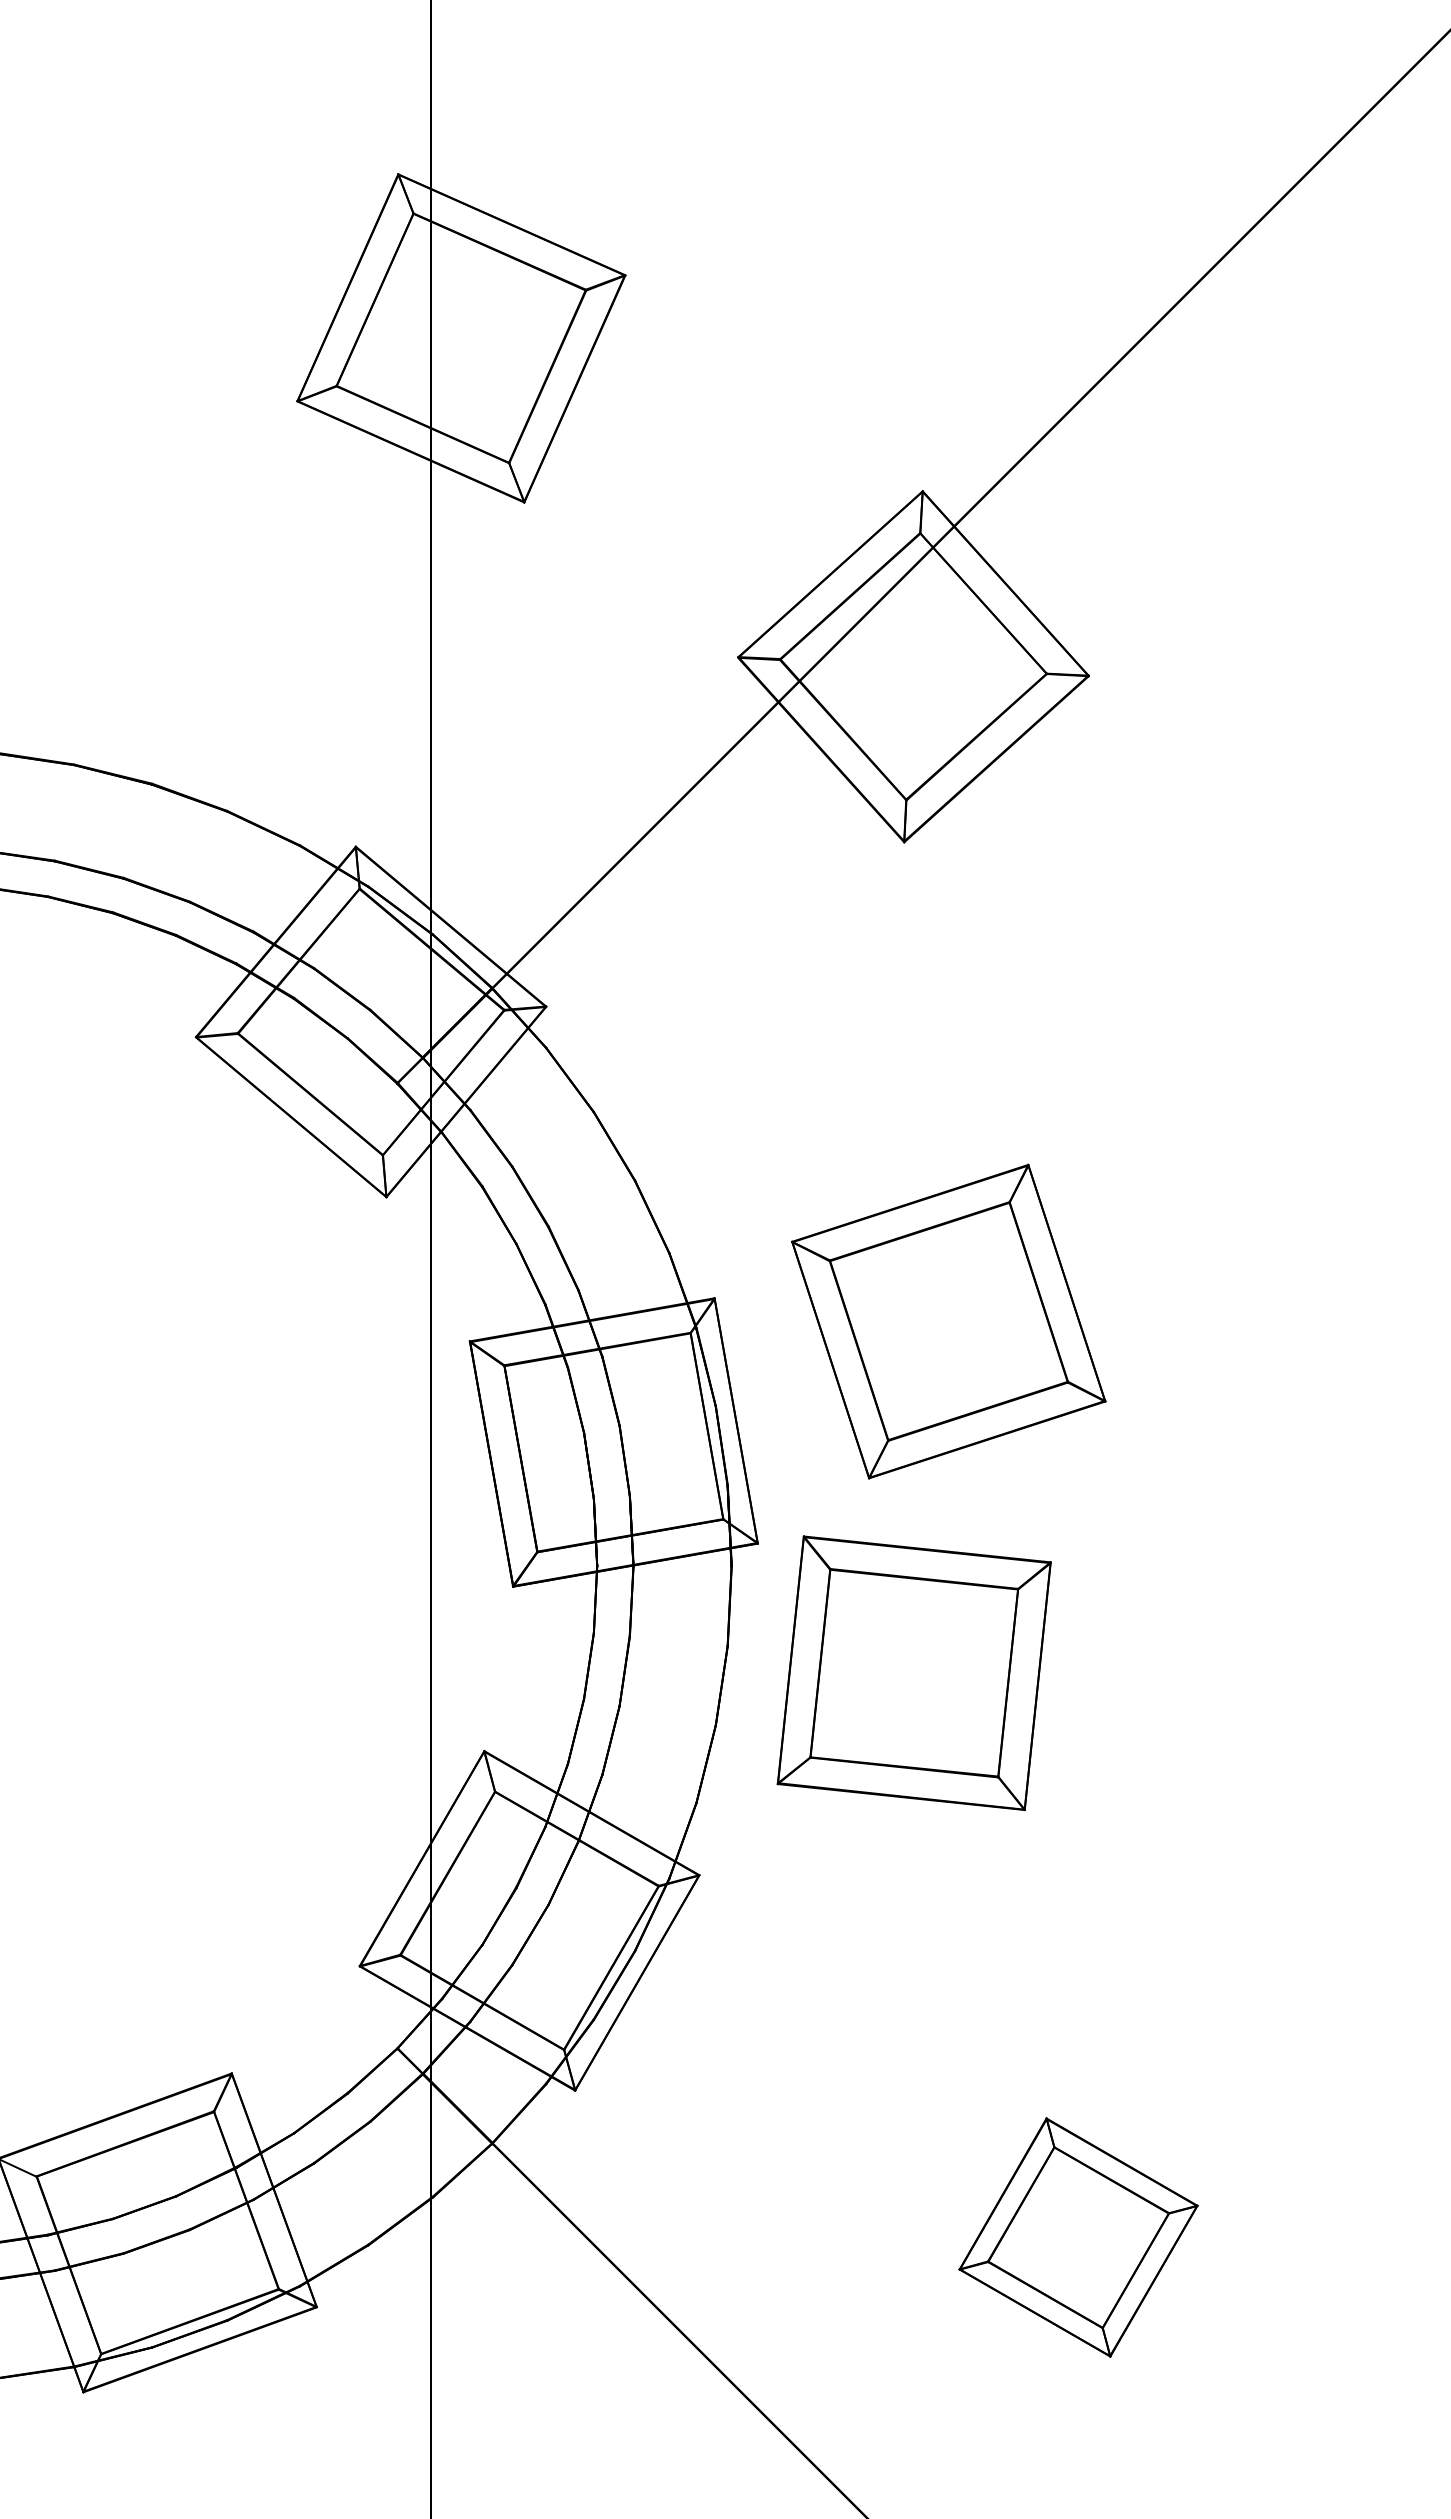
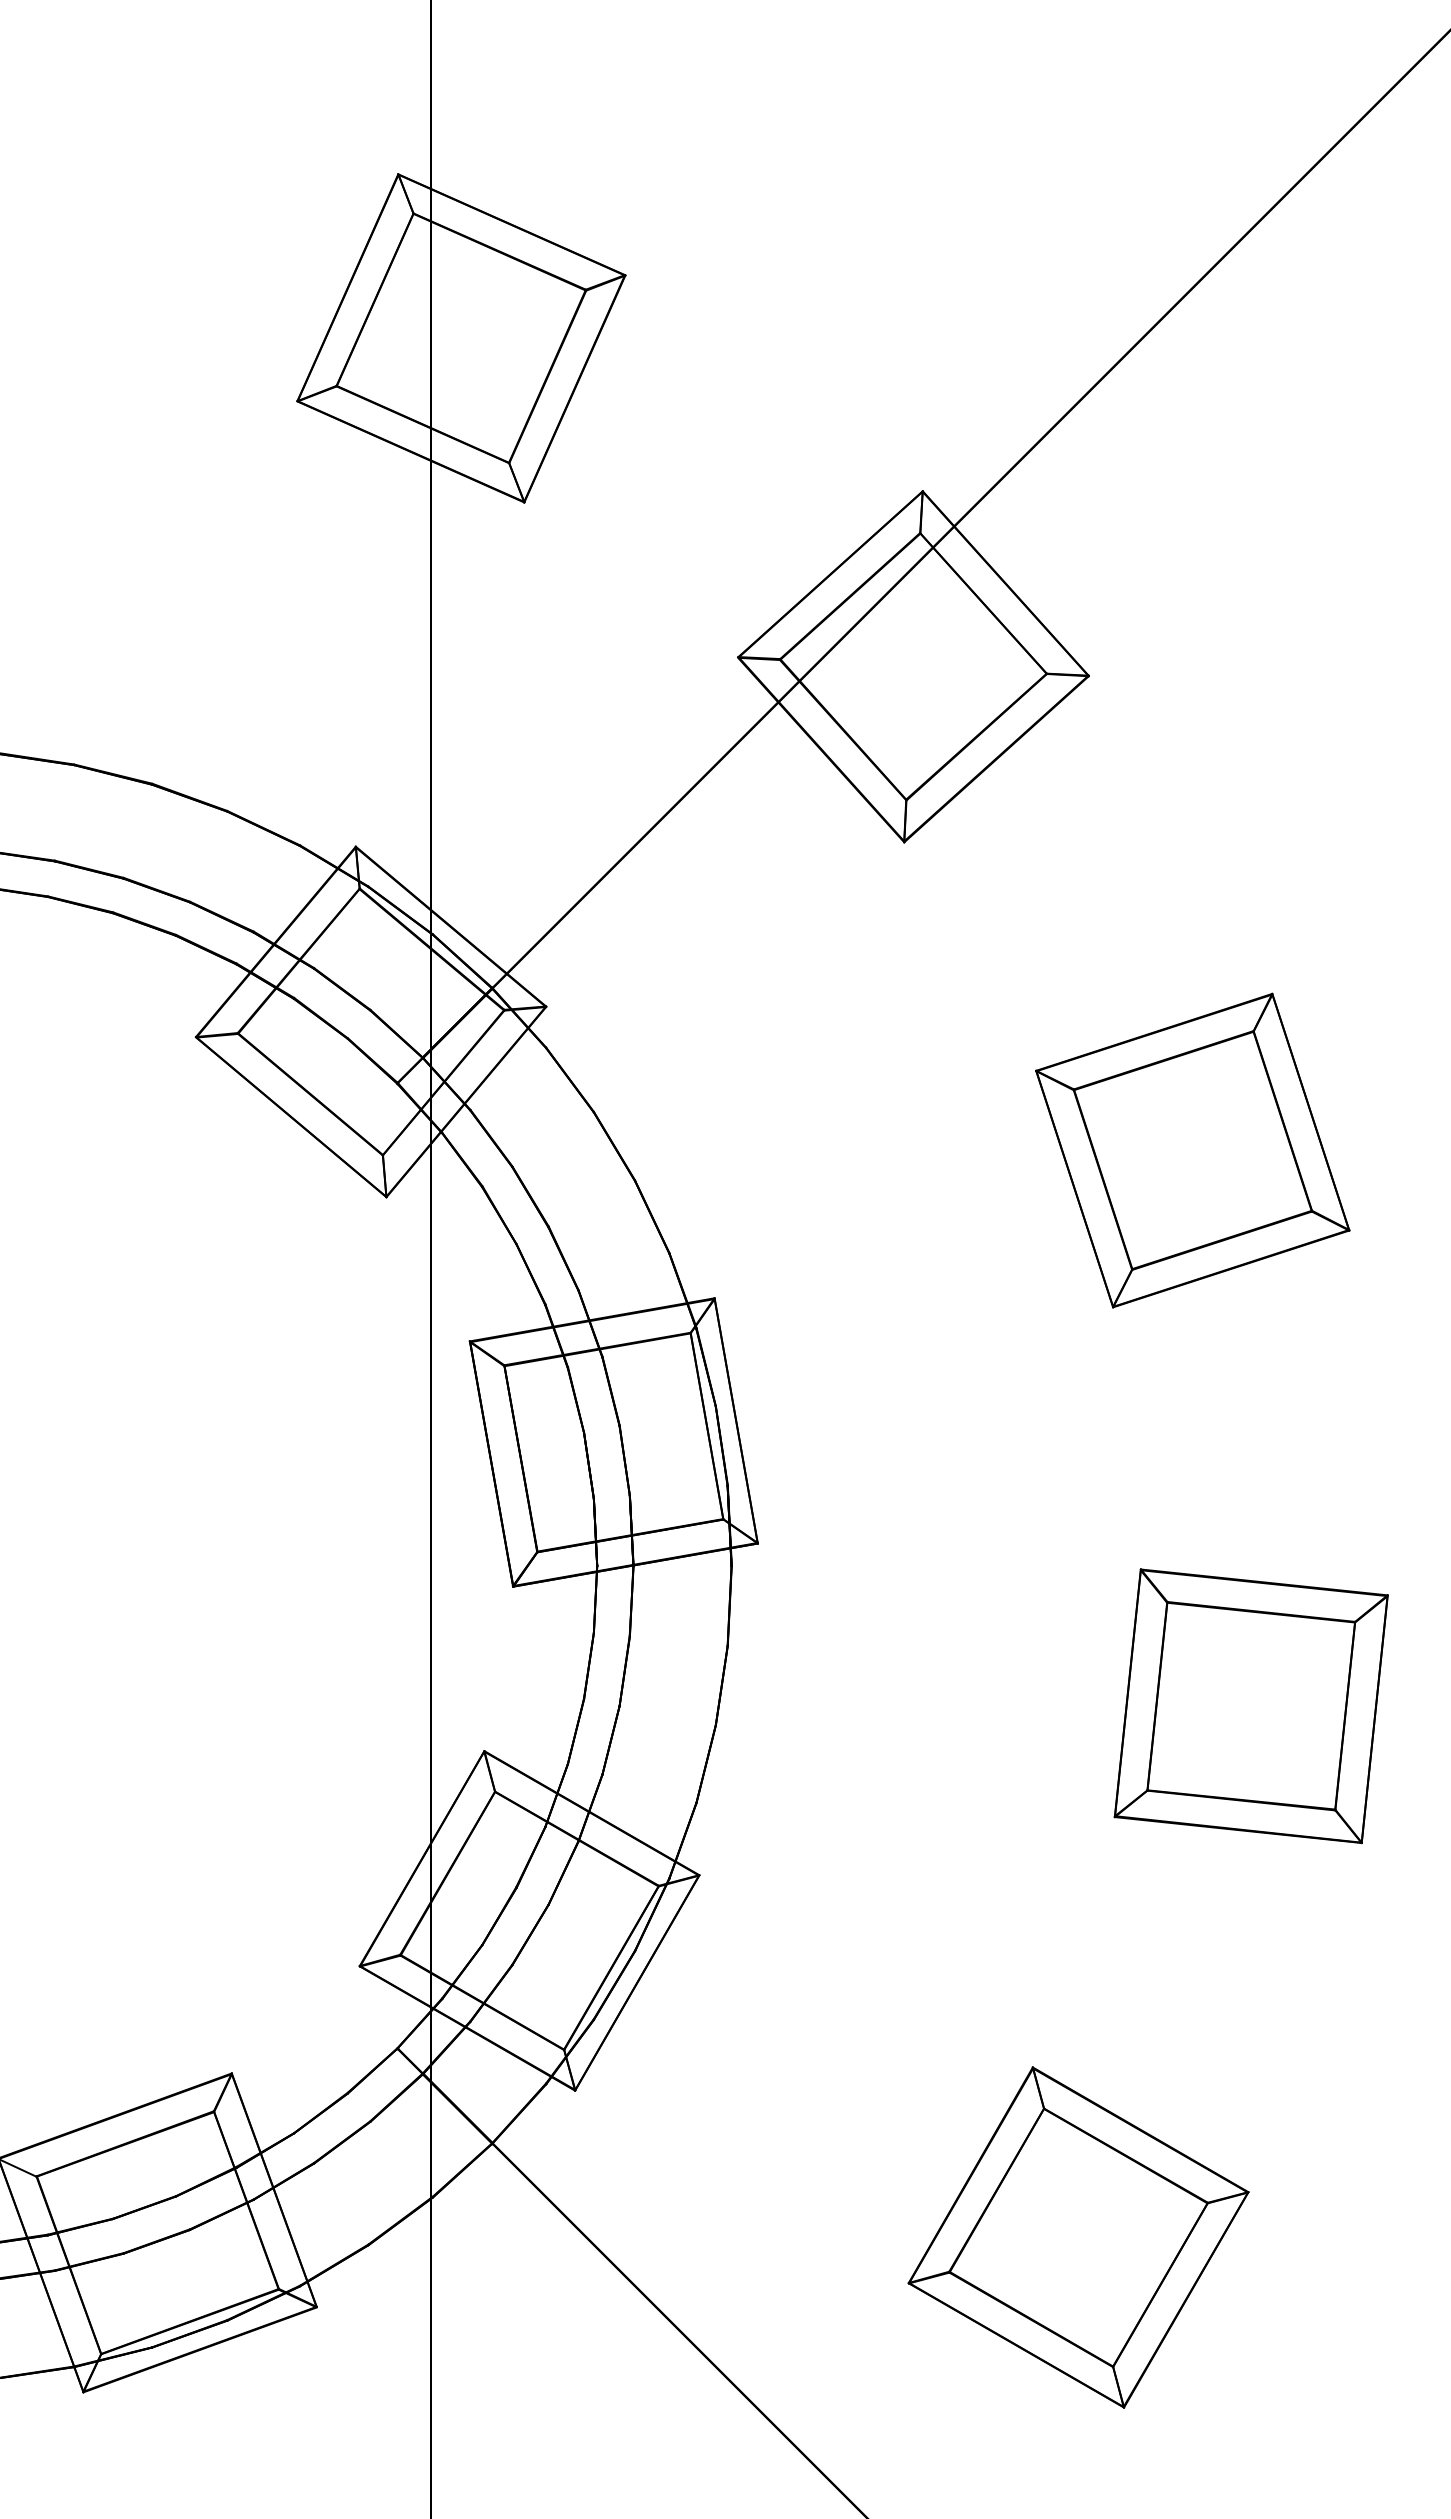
part at (948, 1321) position: (948, 1321) -> (1192, 1150)
part at (913, 1673) position: (913, 1673) -> (1250, 1706)
part at (1078, 2237) size: 241x241 px -> 343x343 px
